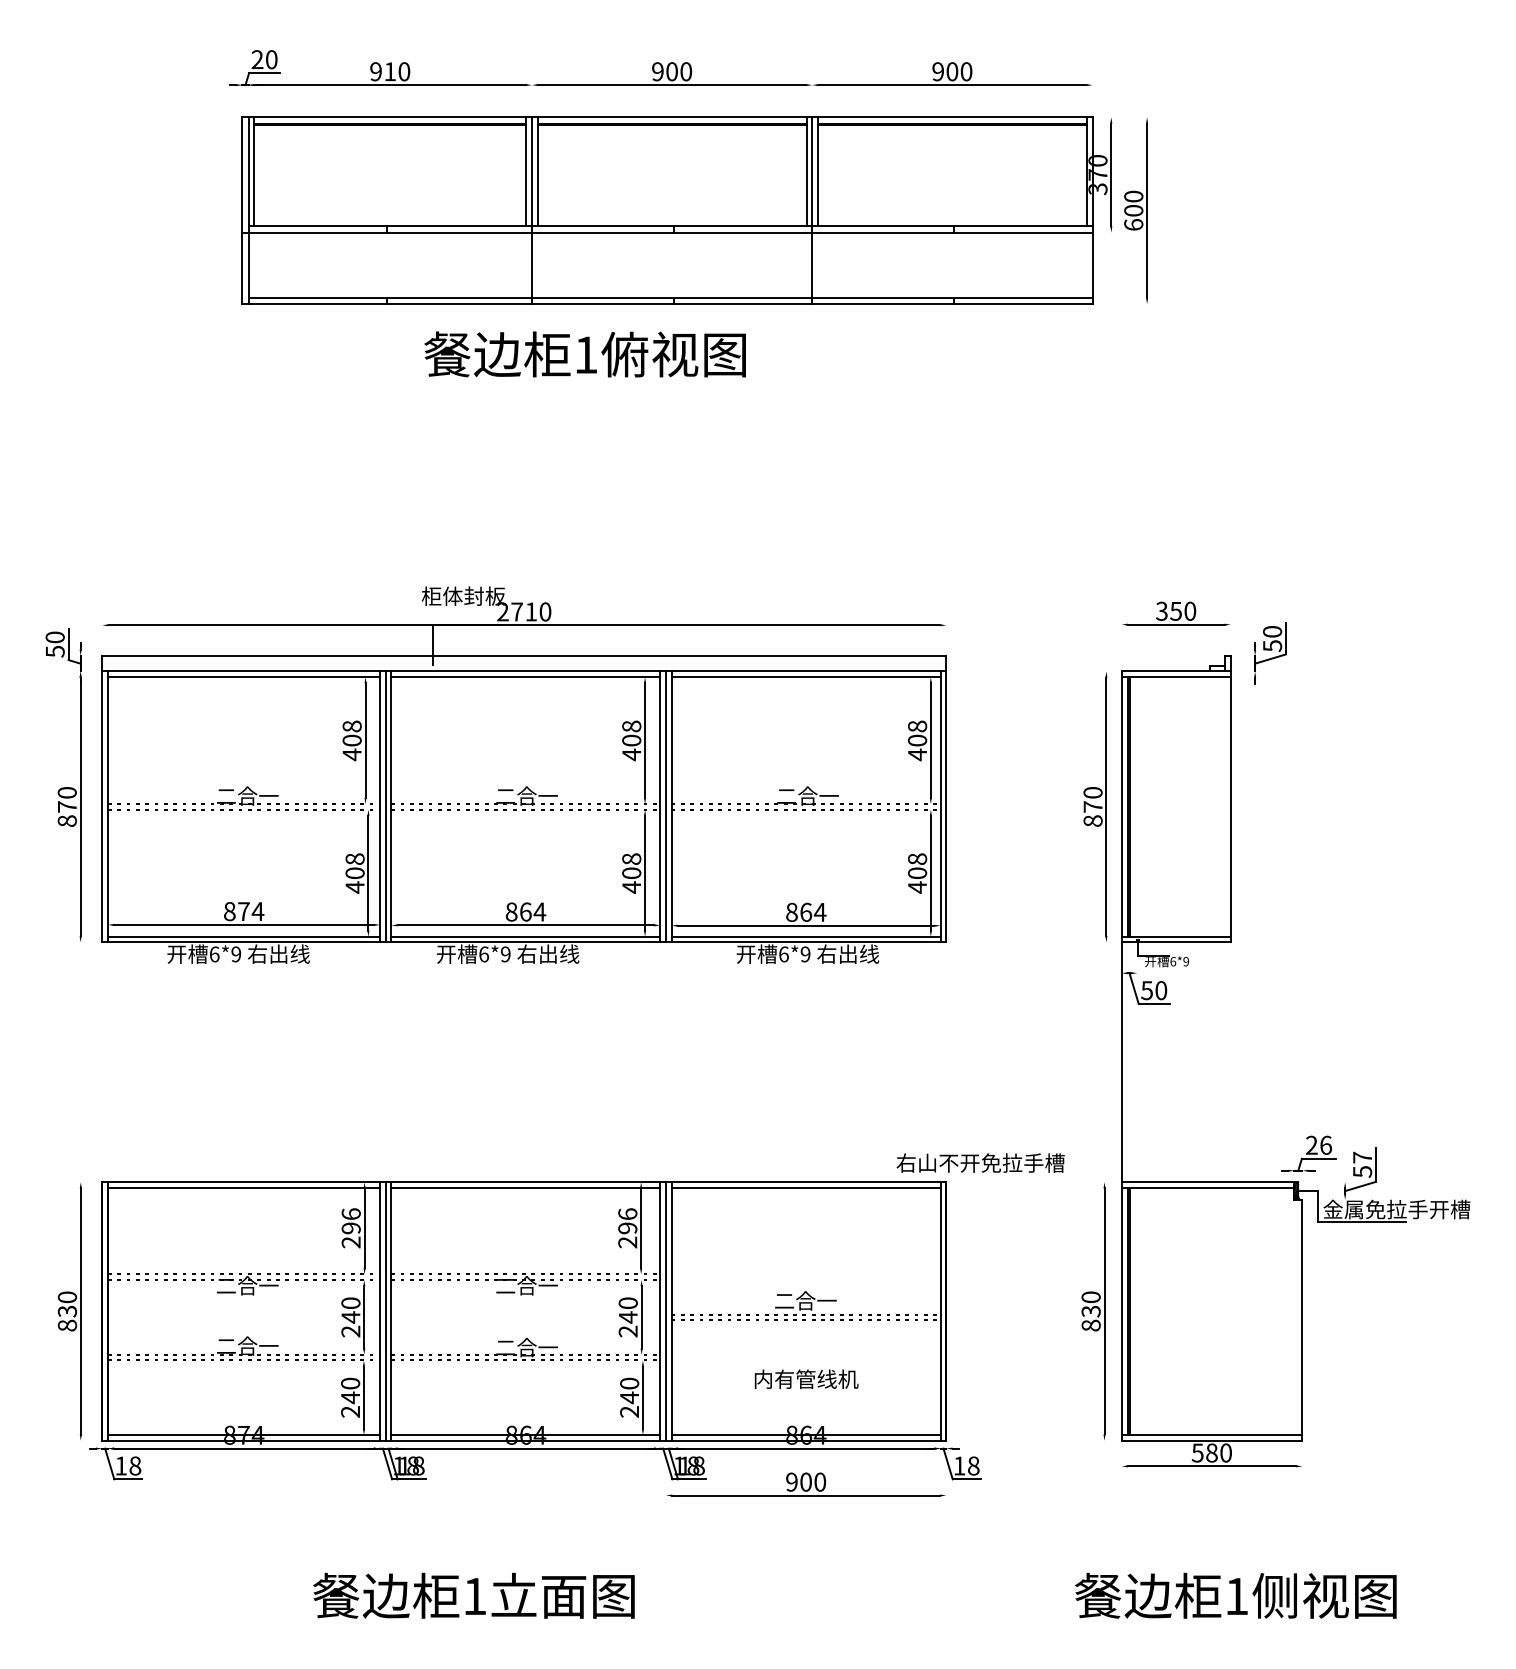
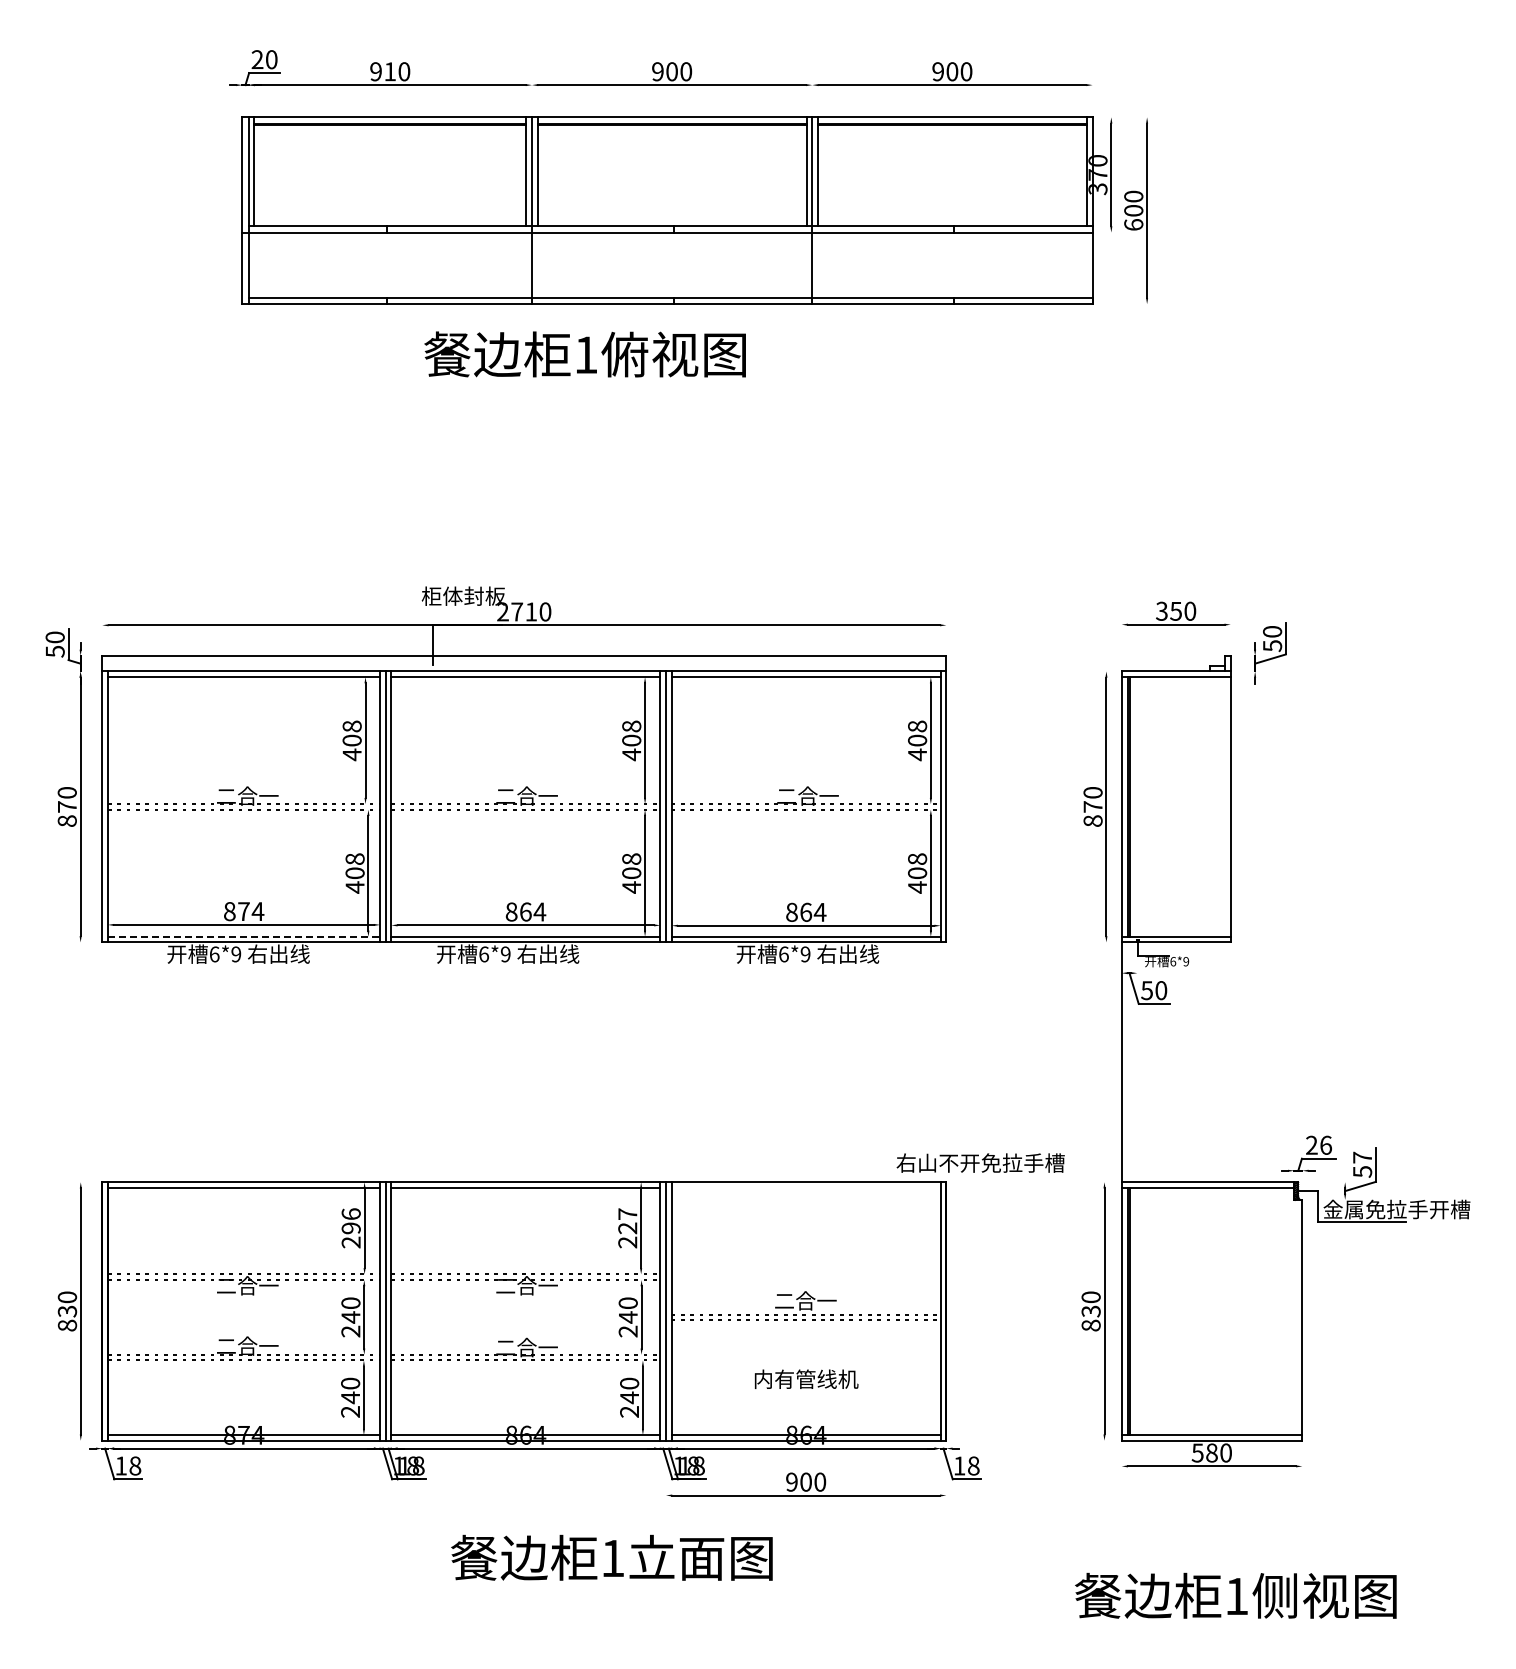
line at (244, 936): solid -> dashed
line at (805, 1187): present -> none
text at (627, 1221): 296 -> 227
text at (473, 1595) position: (473, 1595) -> (611, 1557)
